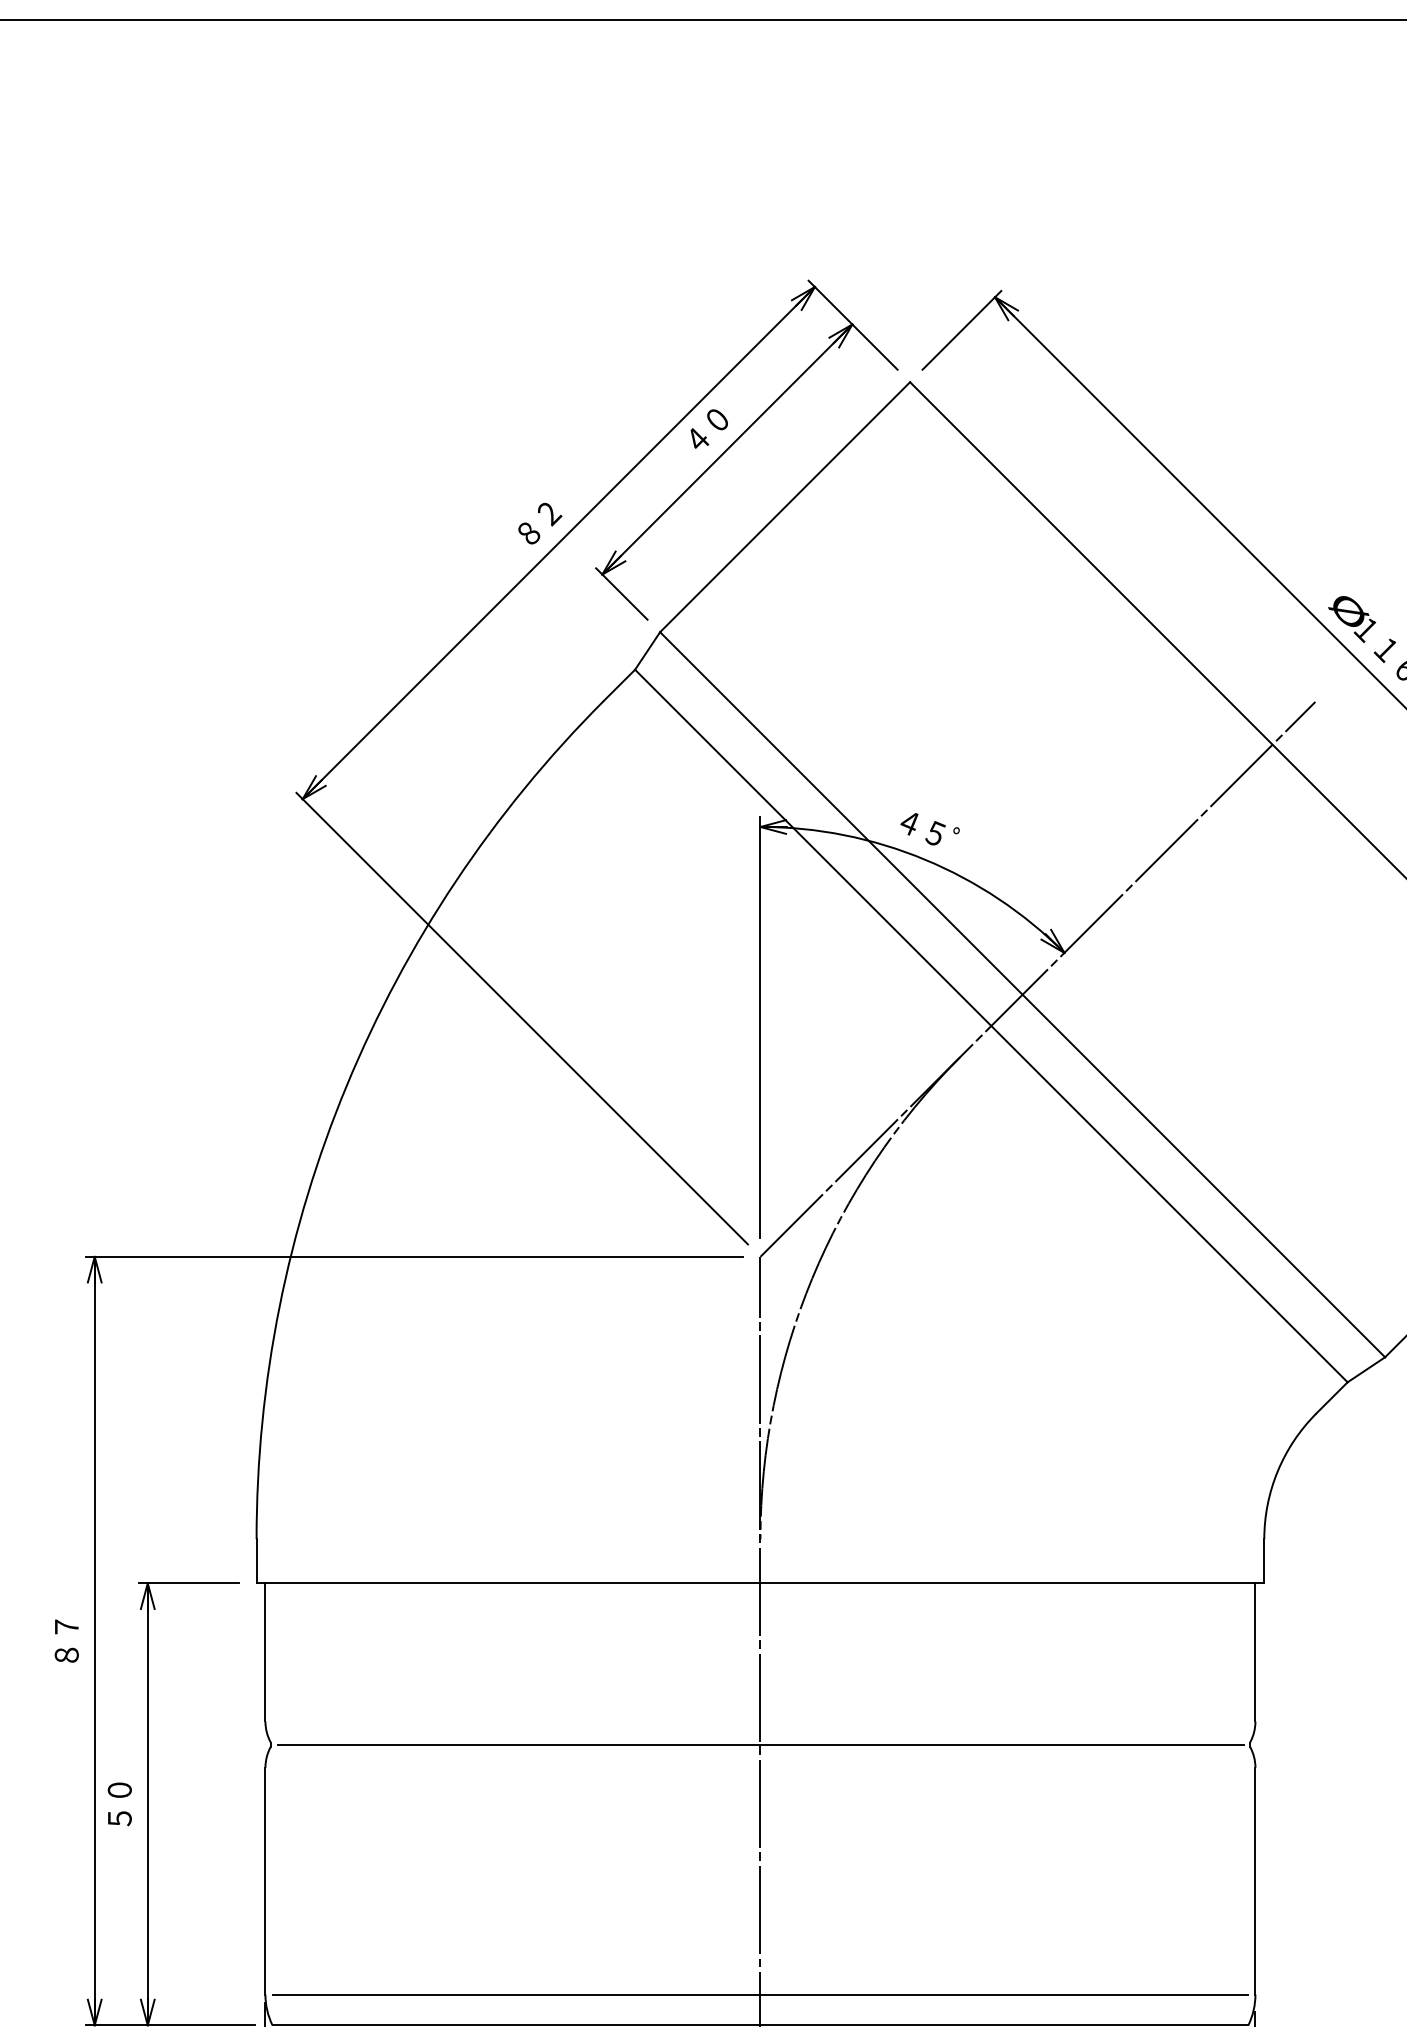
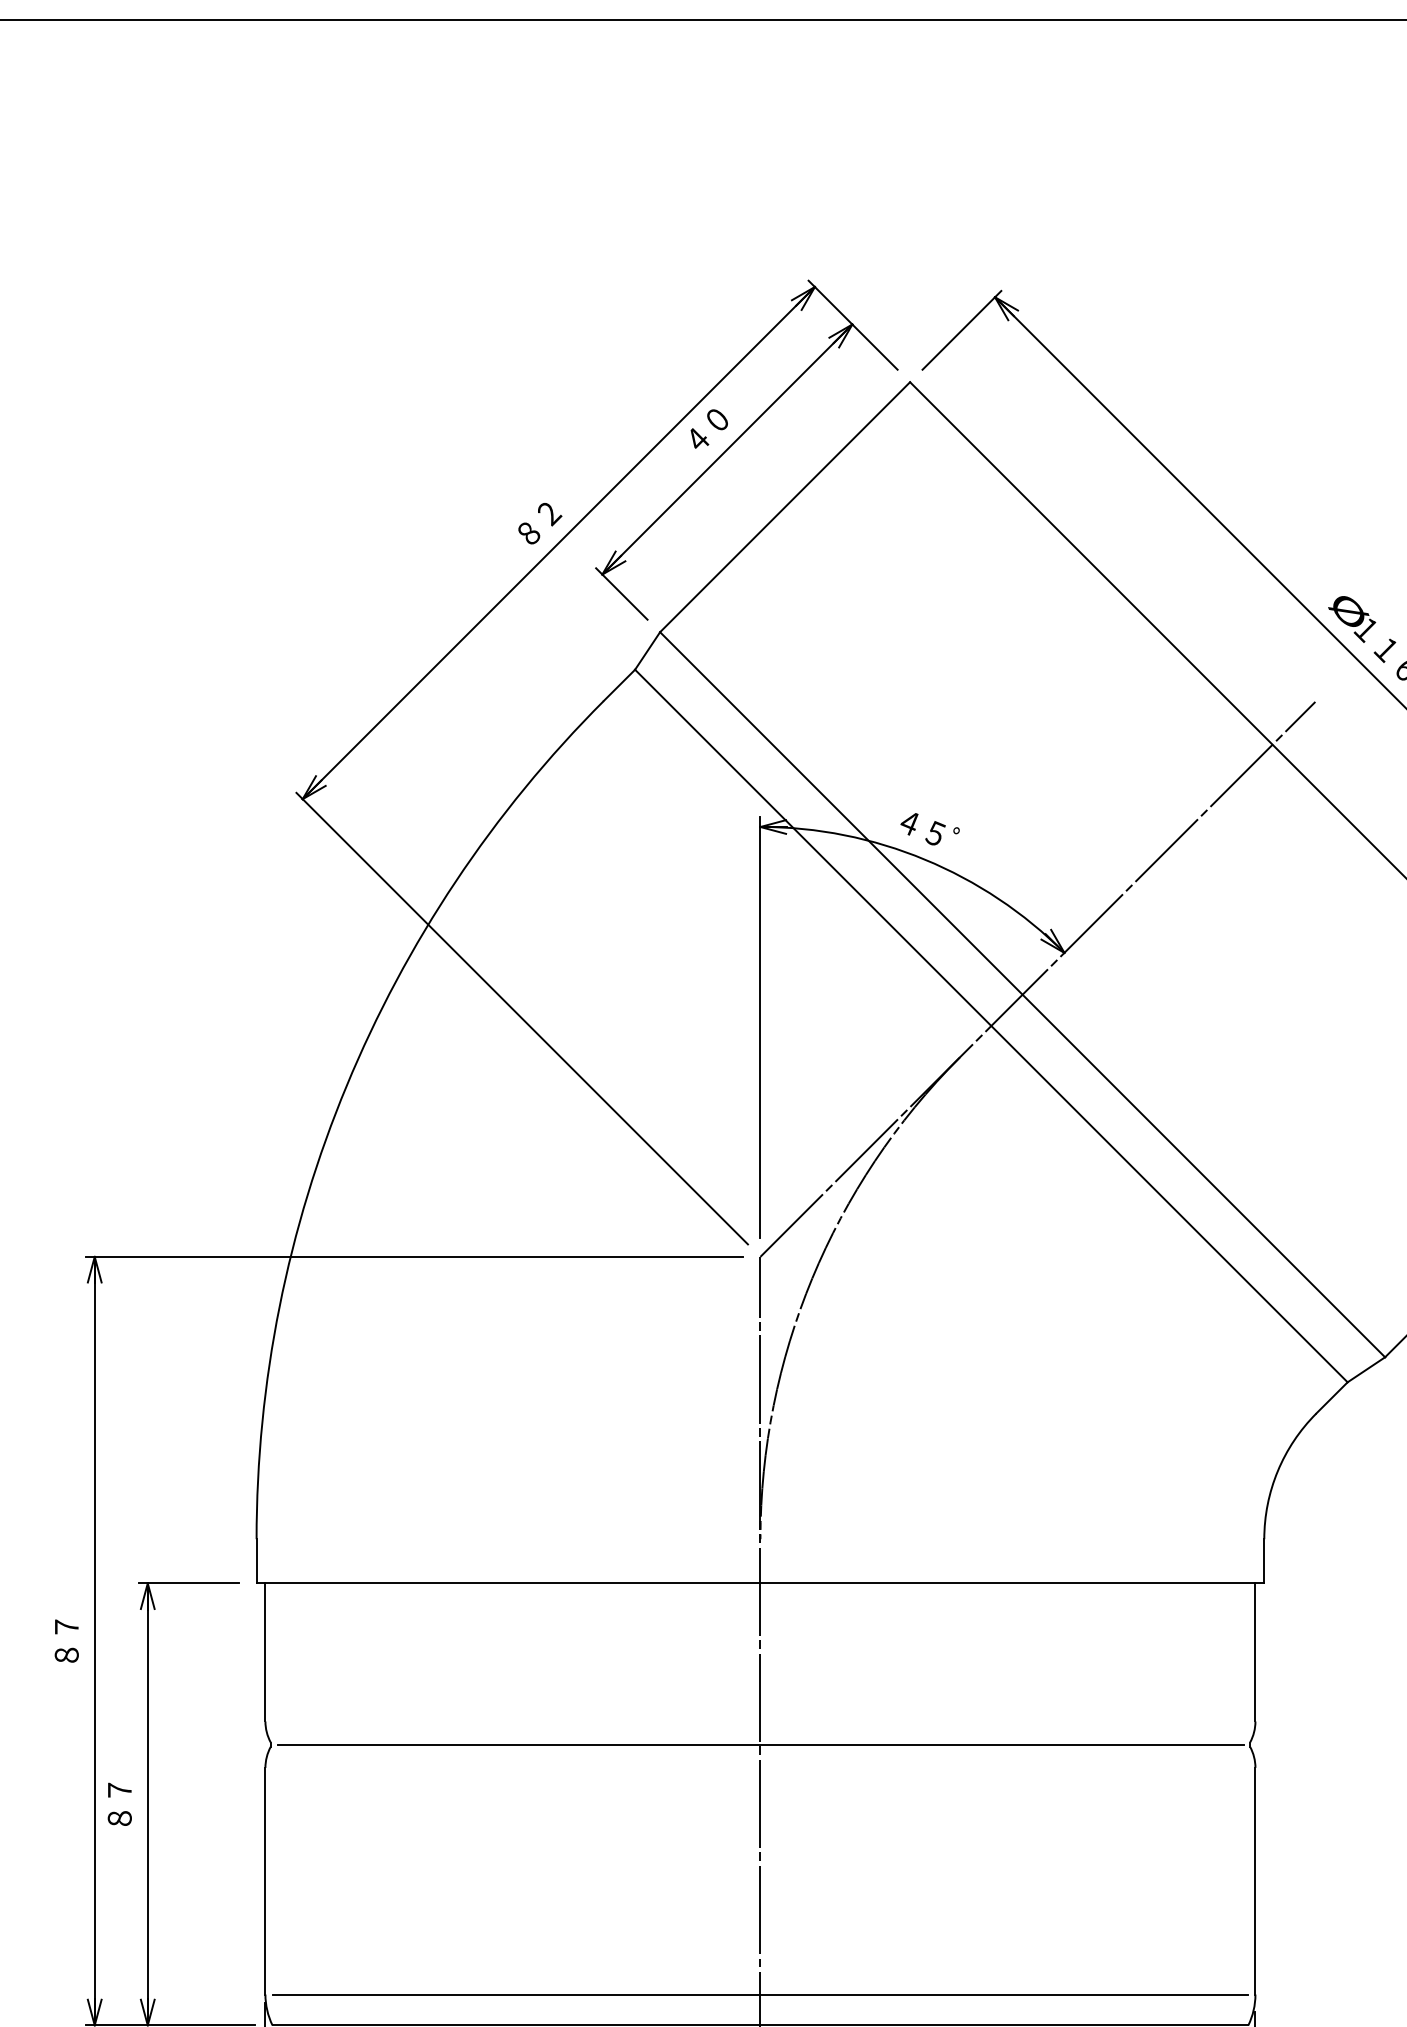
text at (119, 1804): ５０ -> ８７
